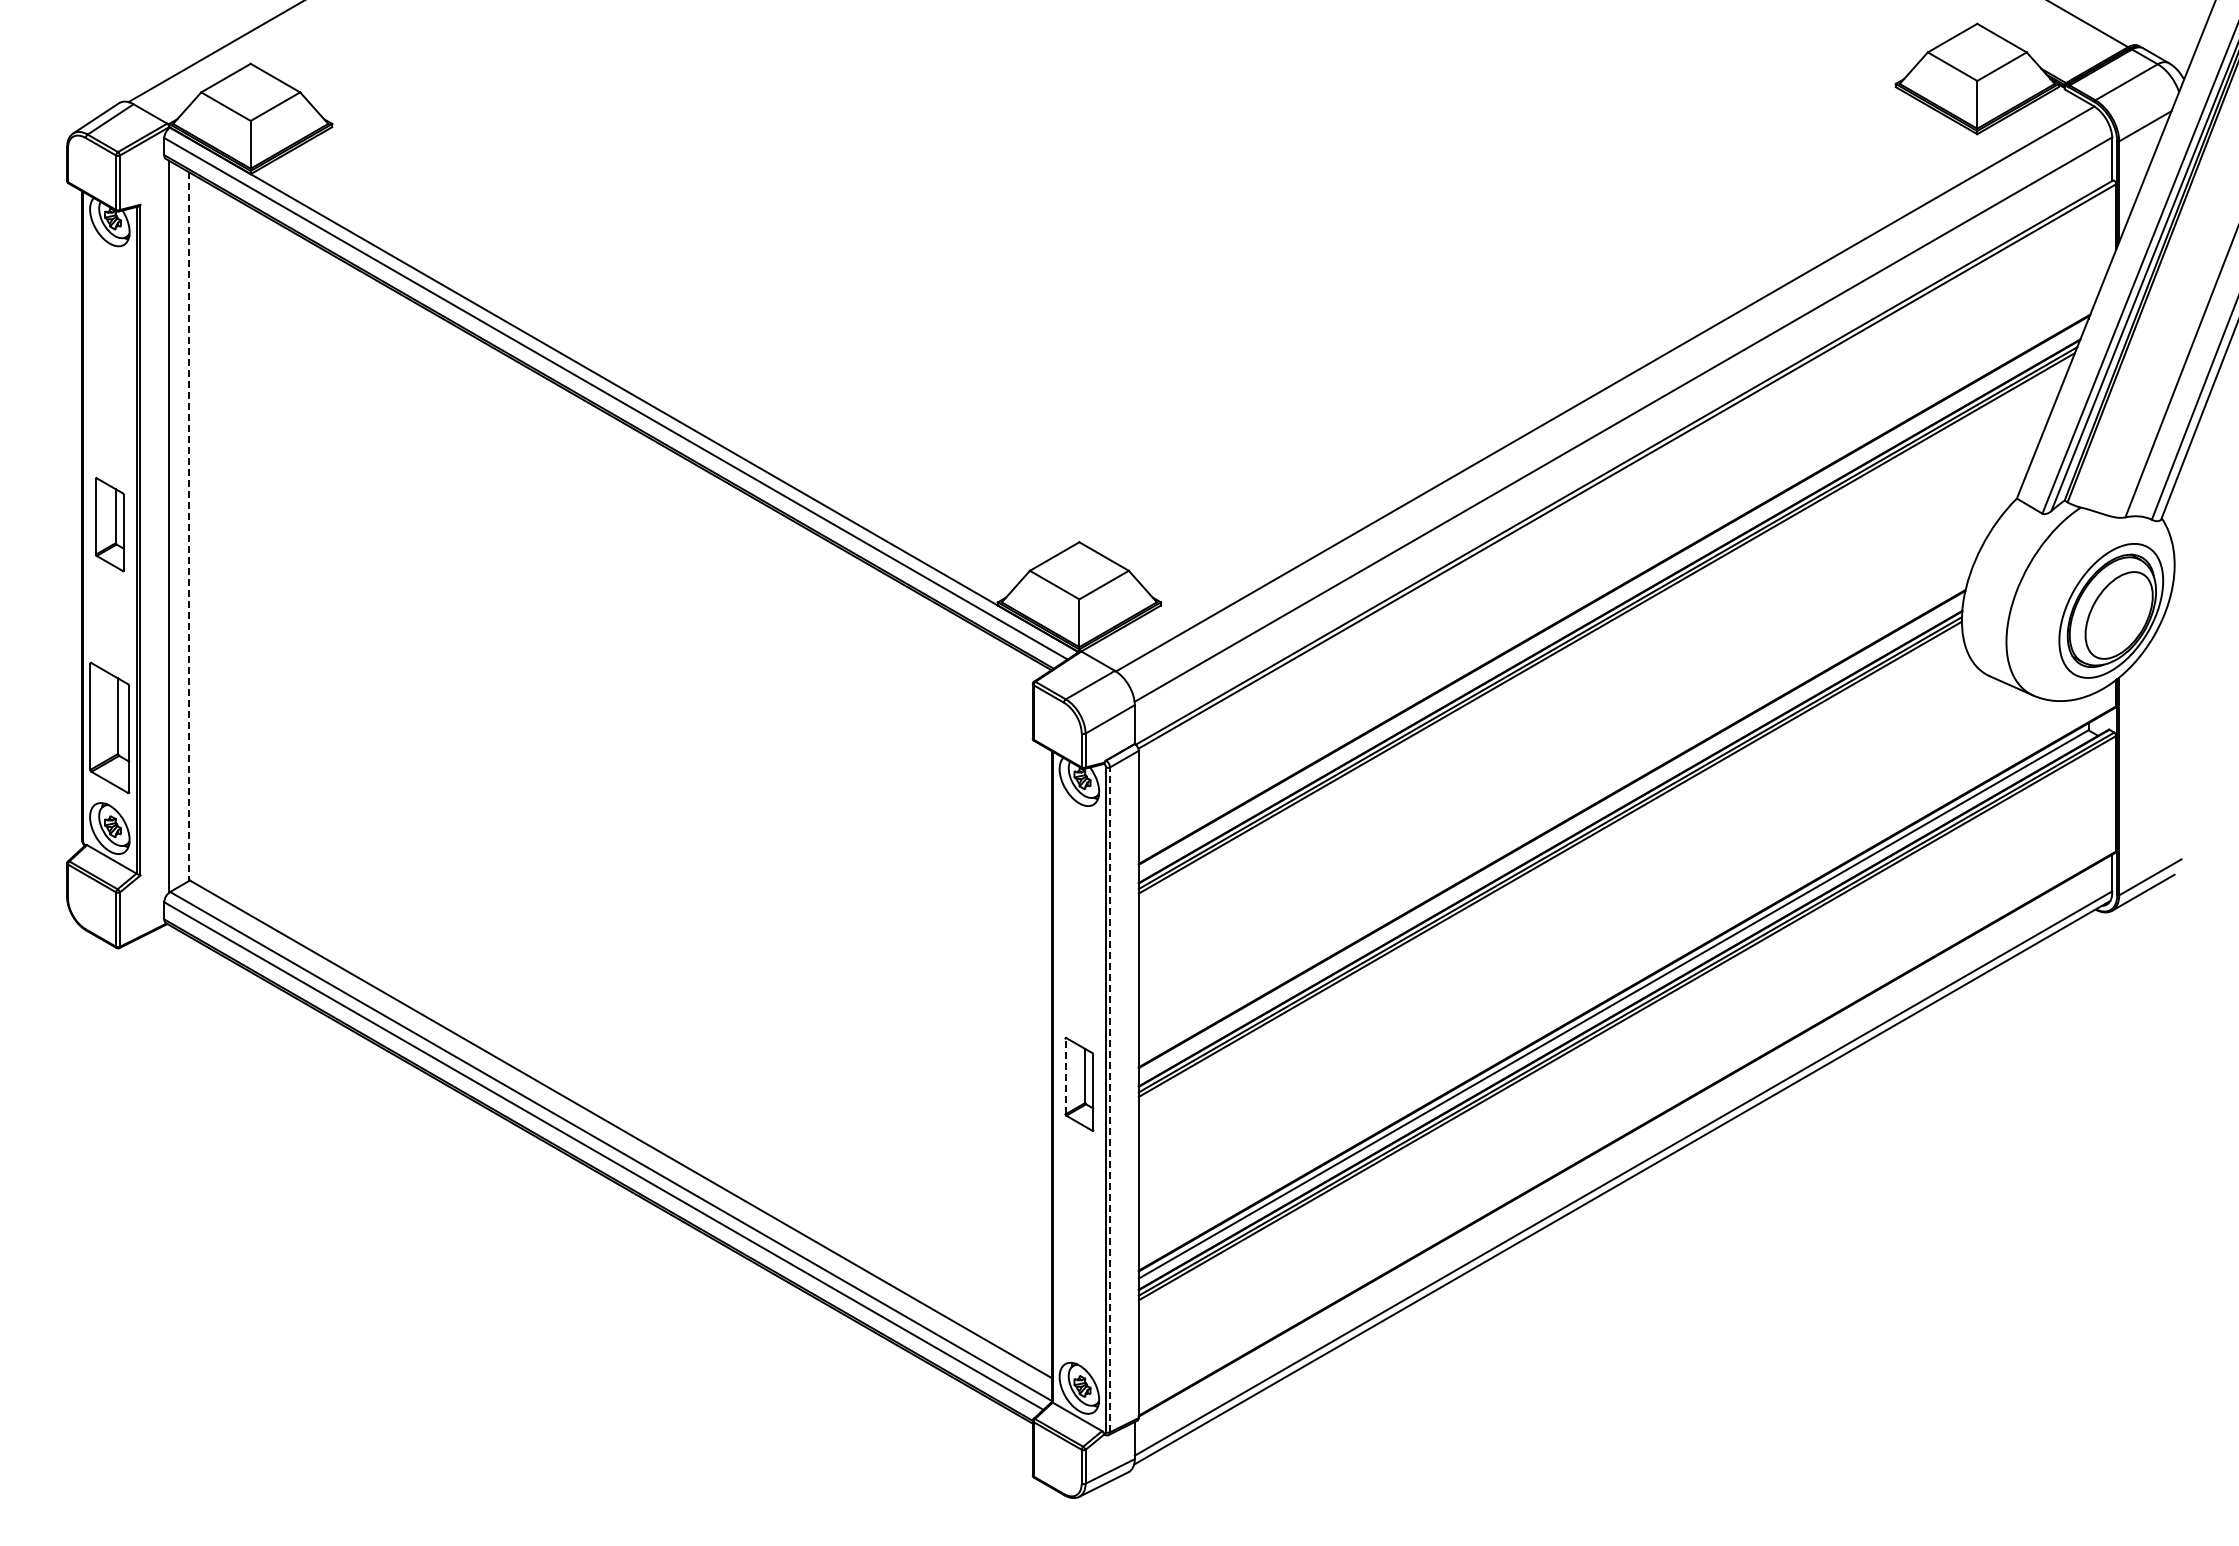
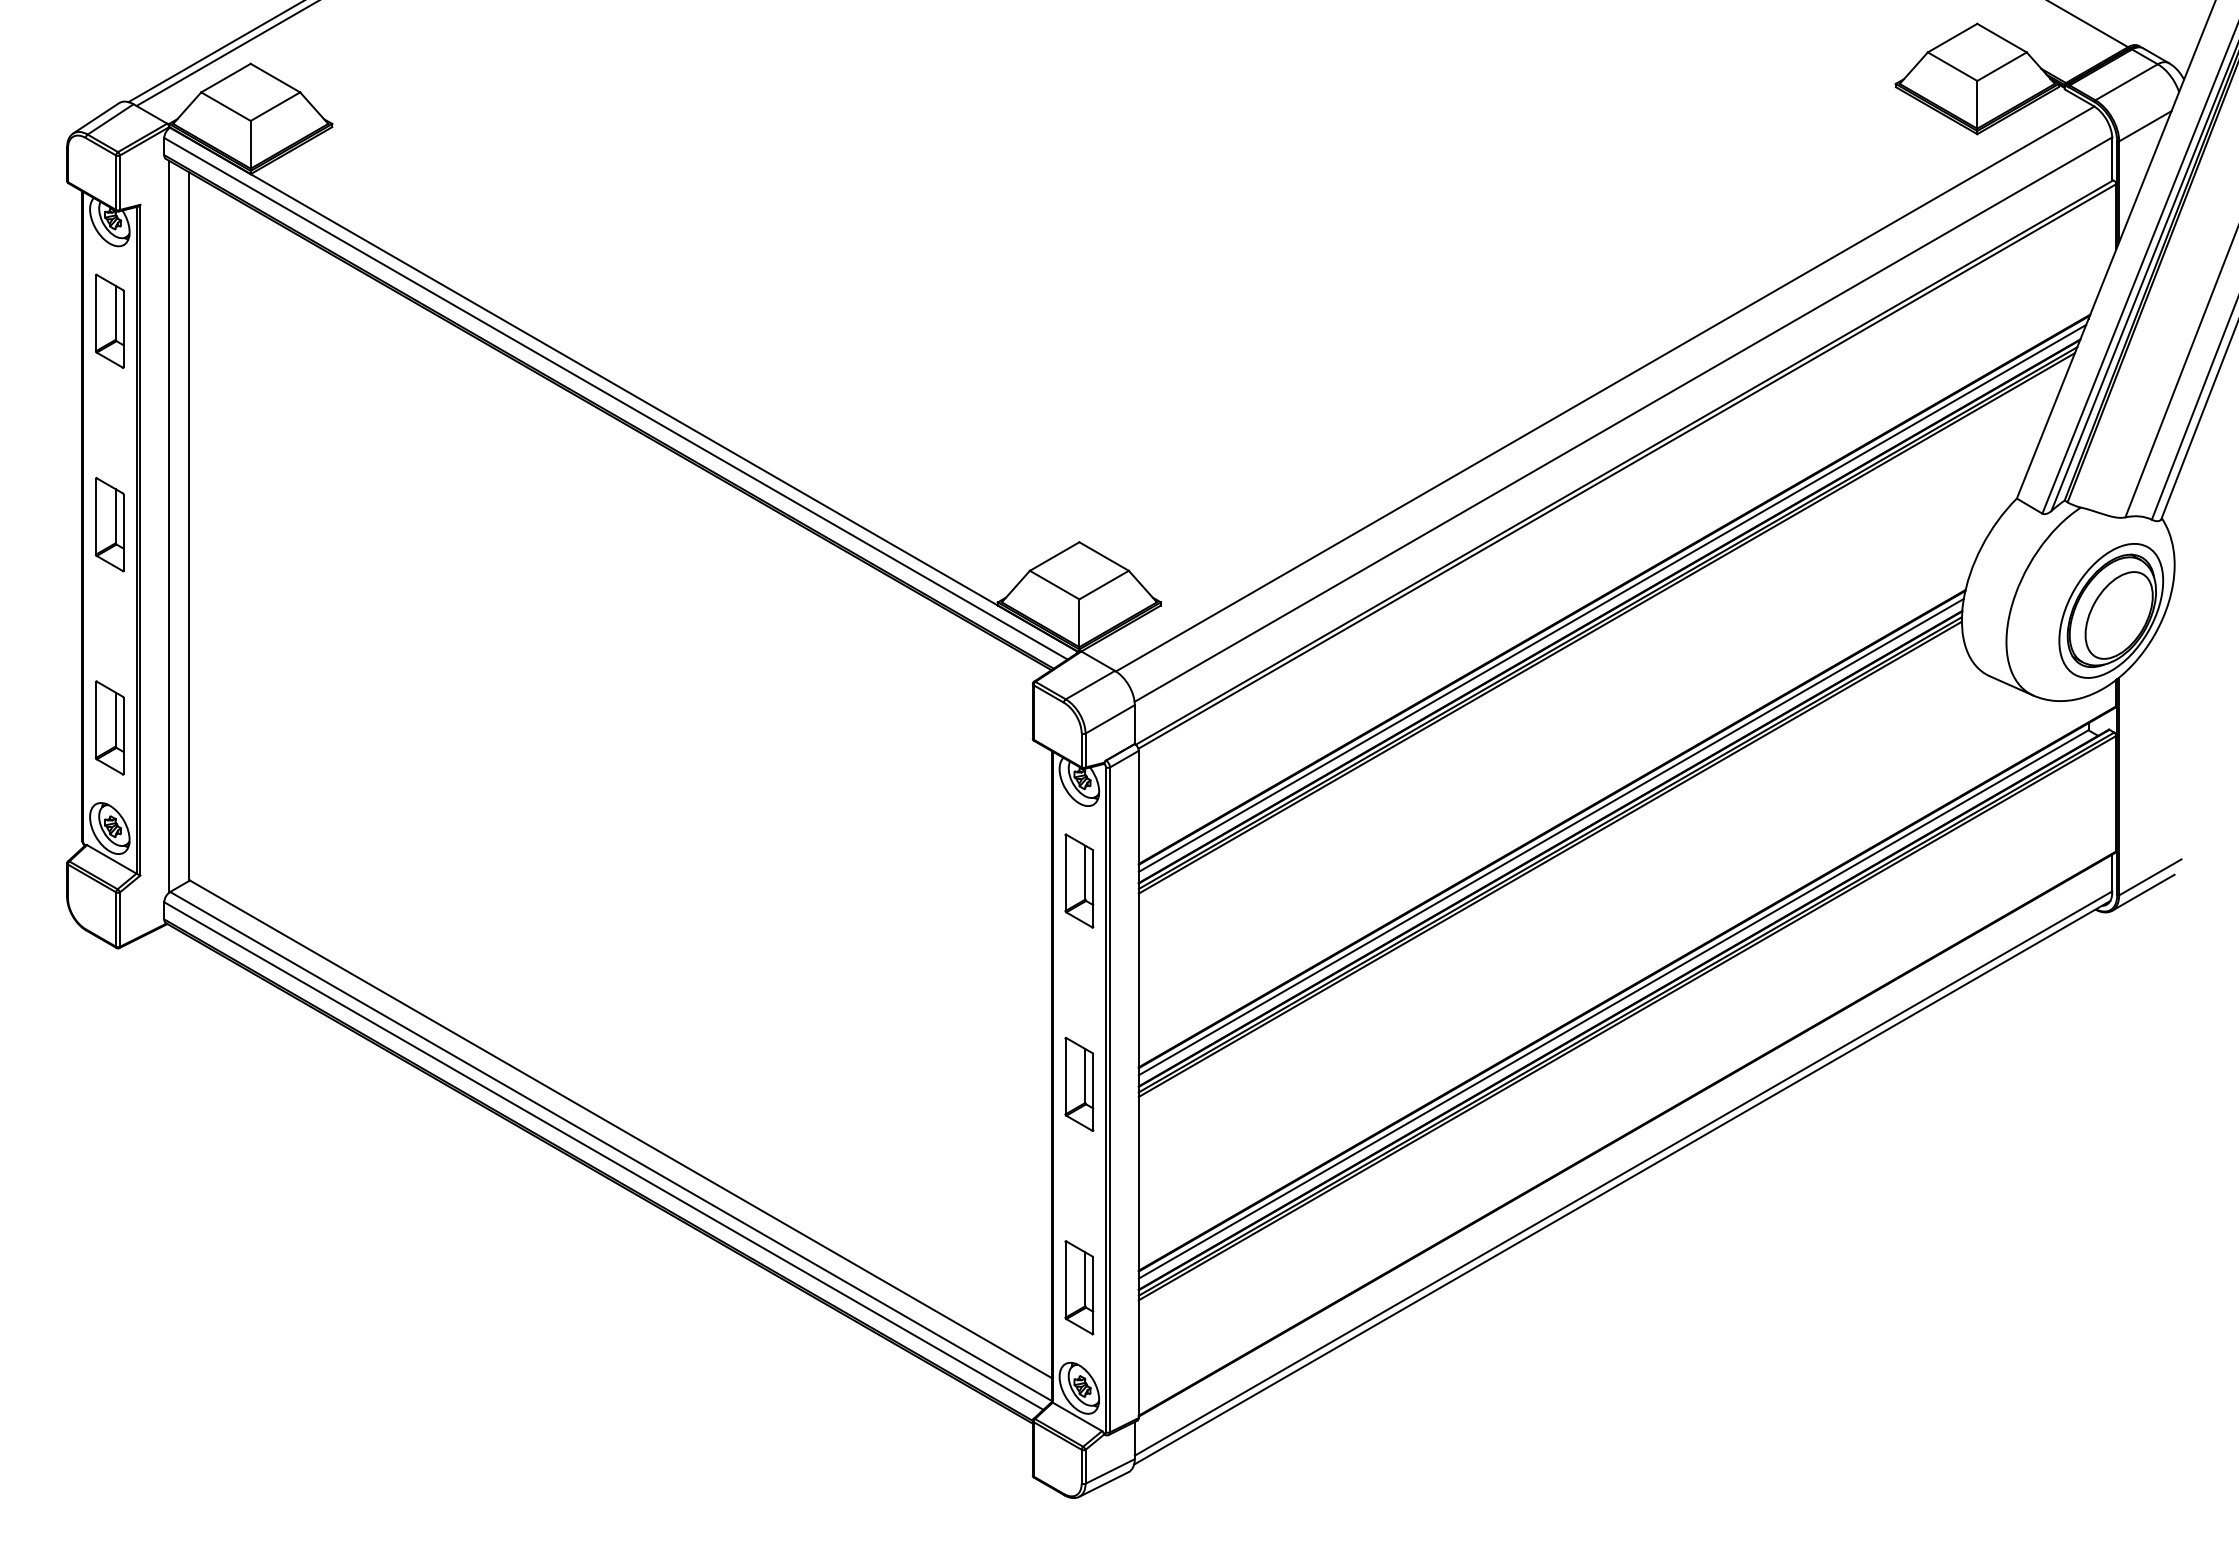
line at (225, 53): none -> present
part at (109, 320): none -> present
line at (189, 527): dashed -> solid
line at (1612, 597): none -> present
part at (109, 727) size: 42x134 px -> 30x96 px
line at (1550, 836): none -> present
part at (1079, 880): none -> present
line at (1065, 1076): dashed -> solid
line at (1110, 1099): dashed -> solid
part at (1079, 1287): none -> present
